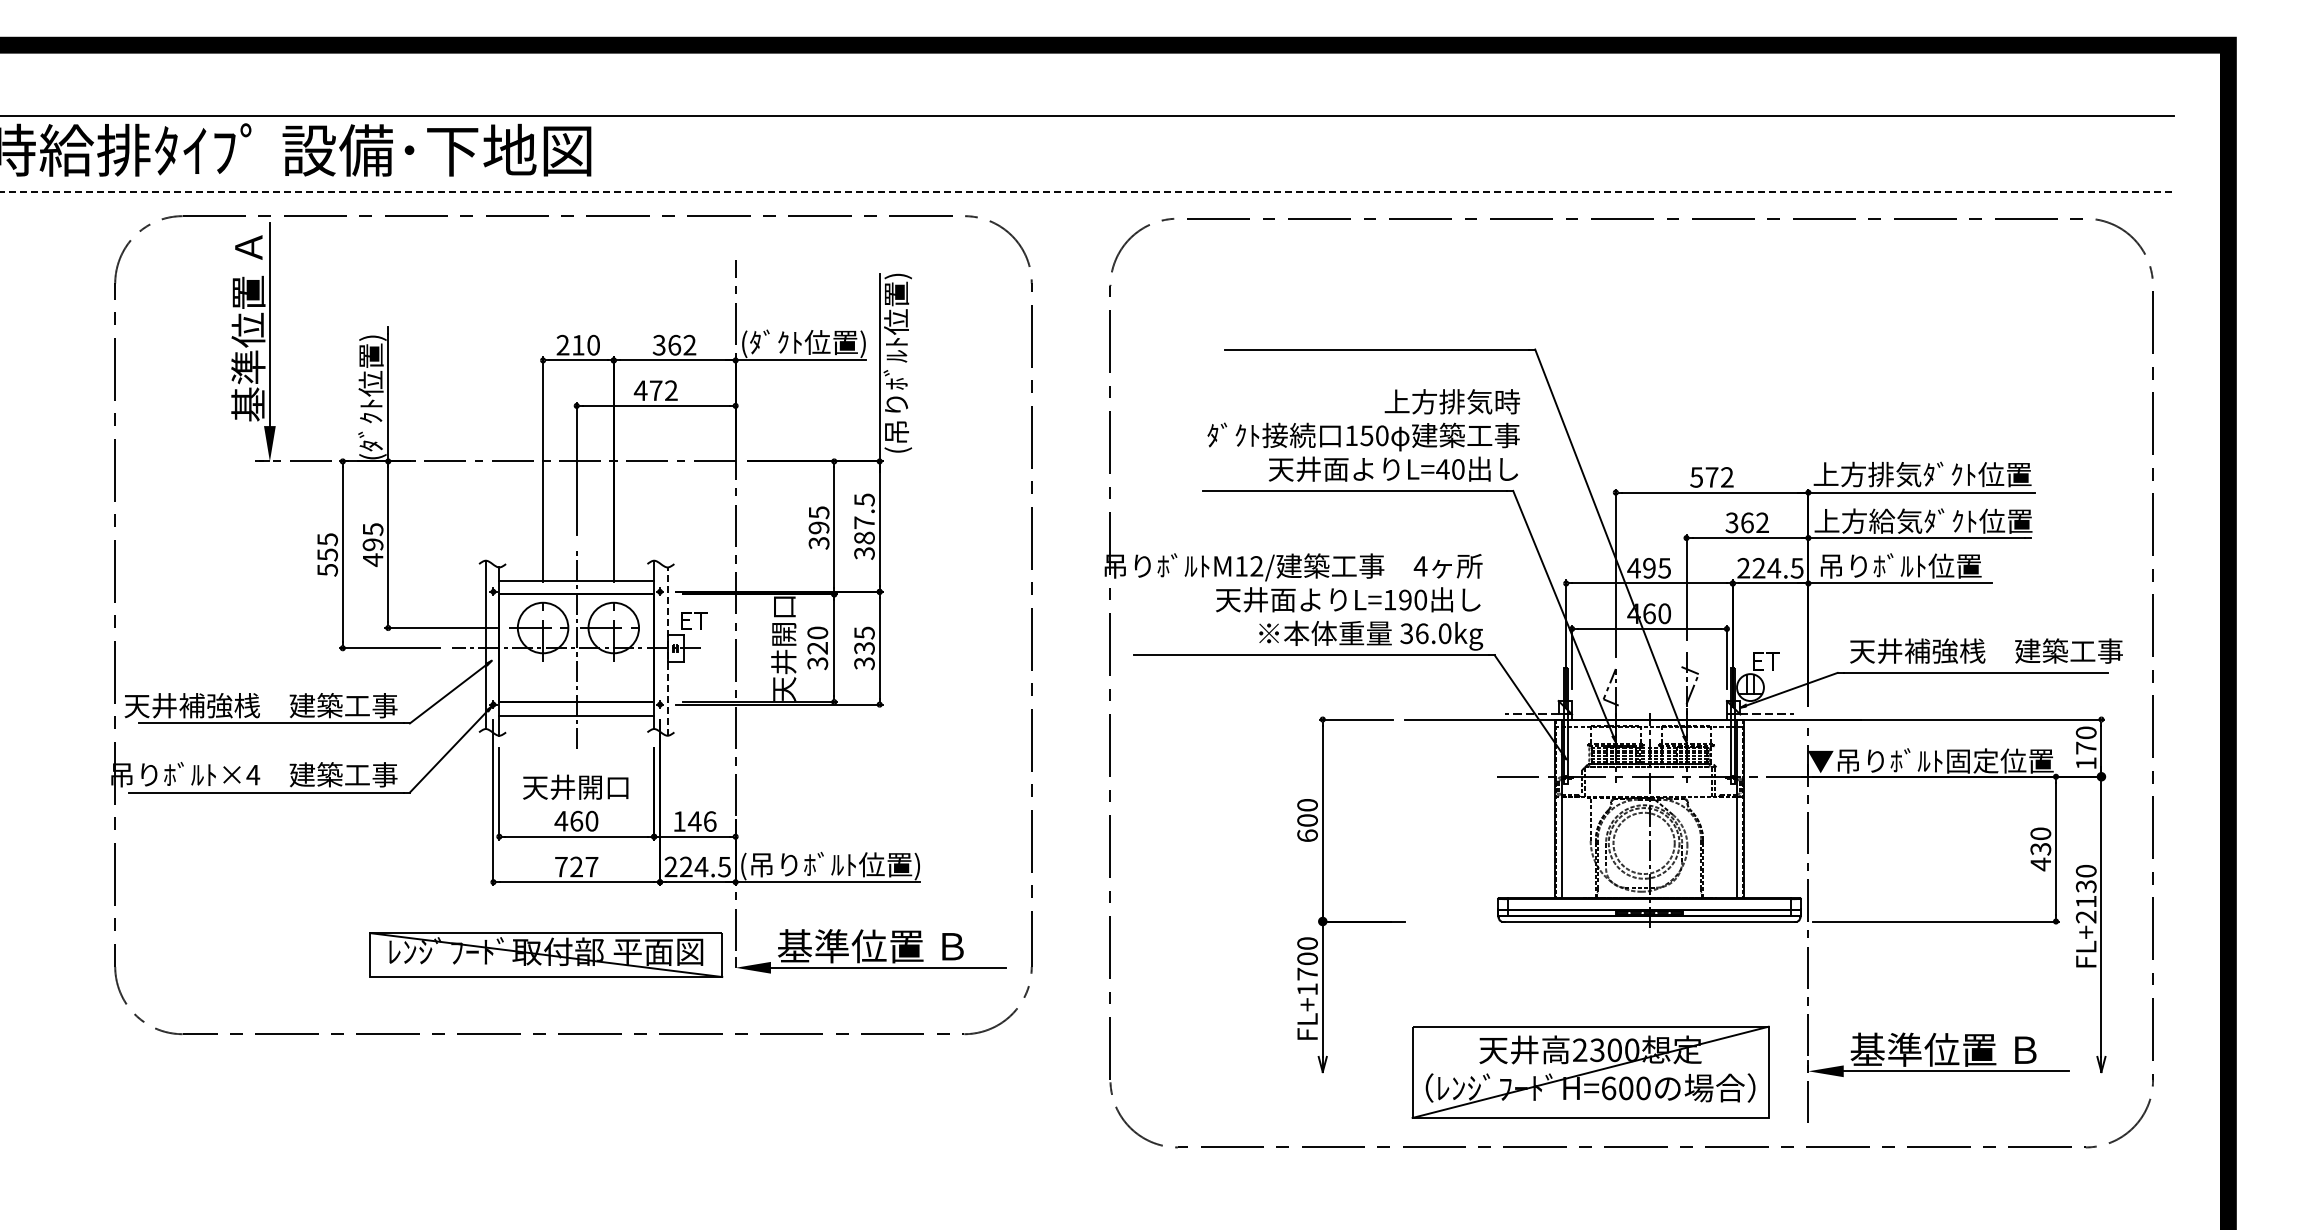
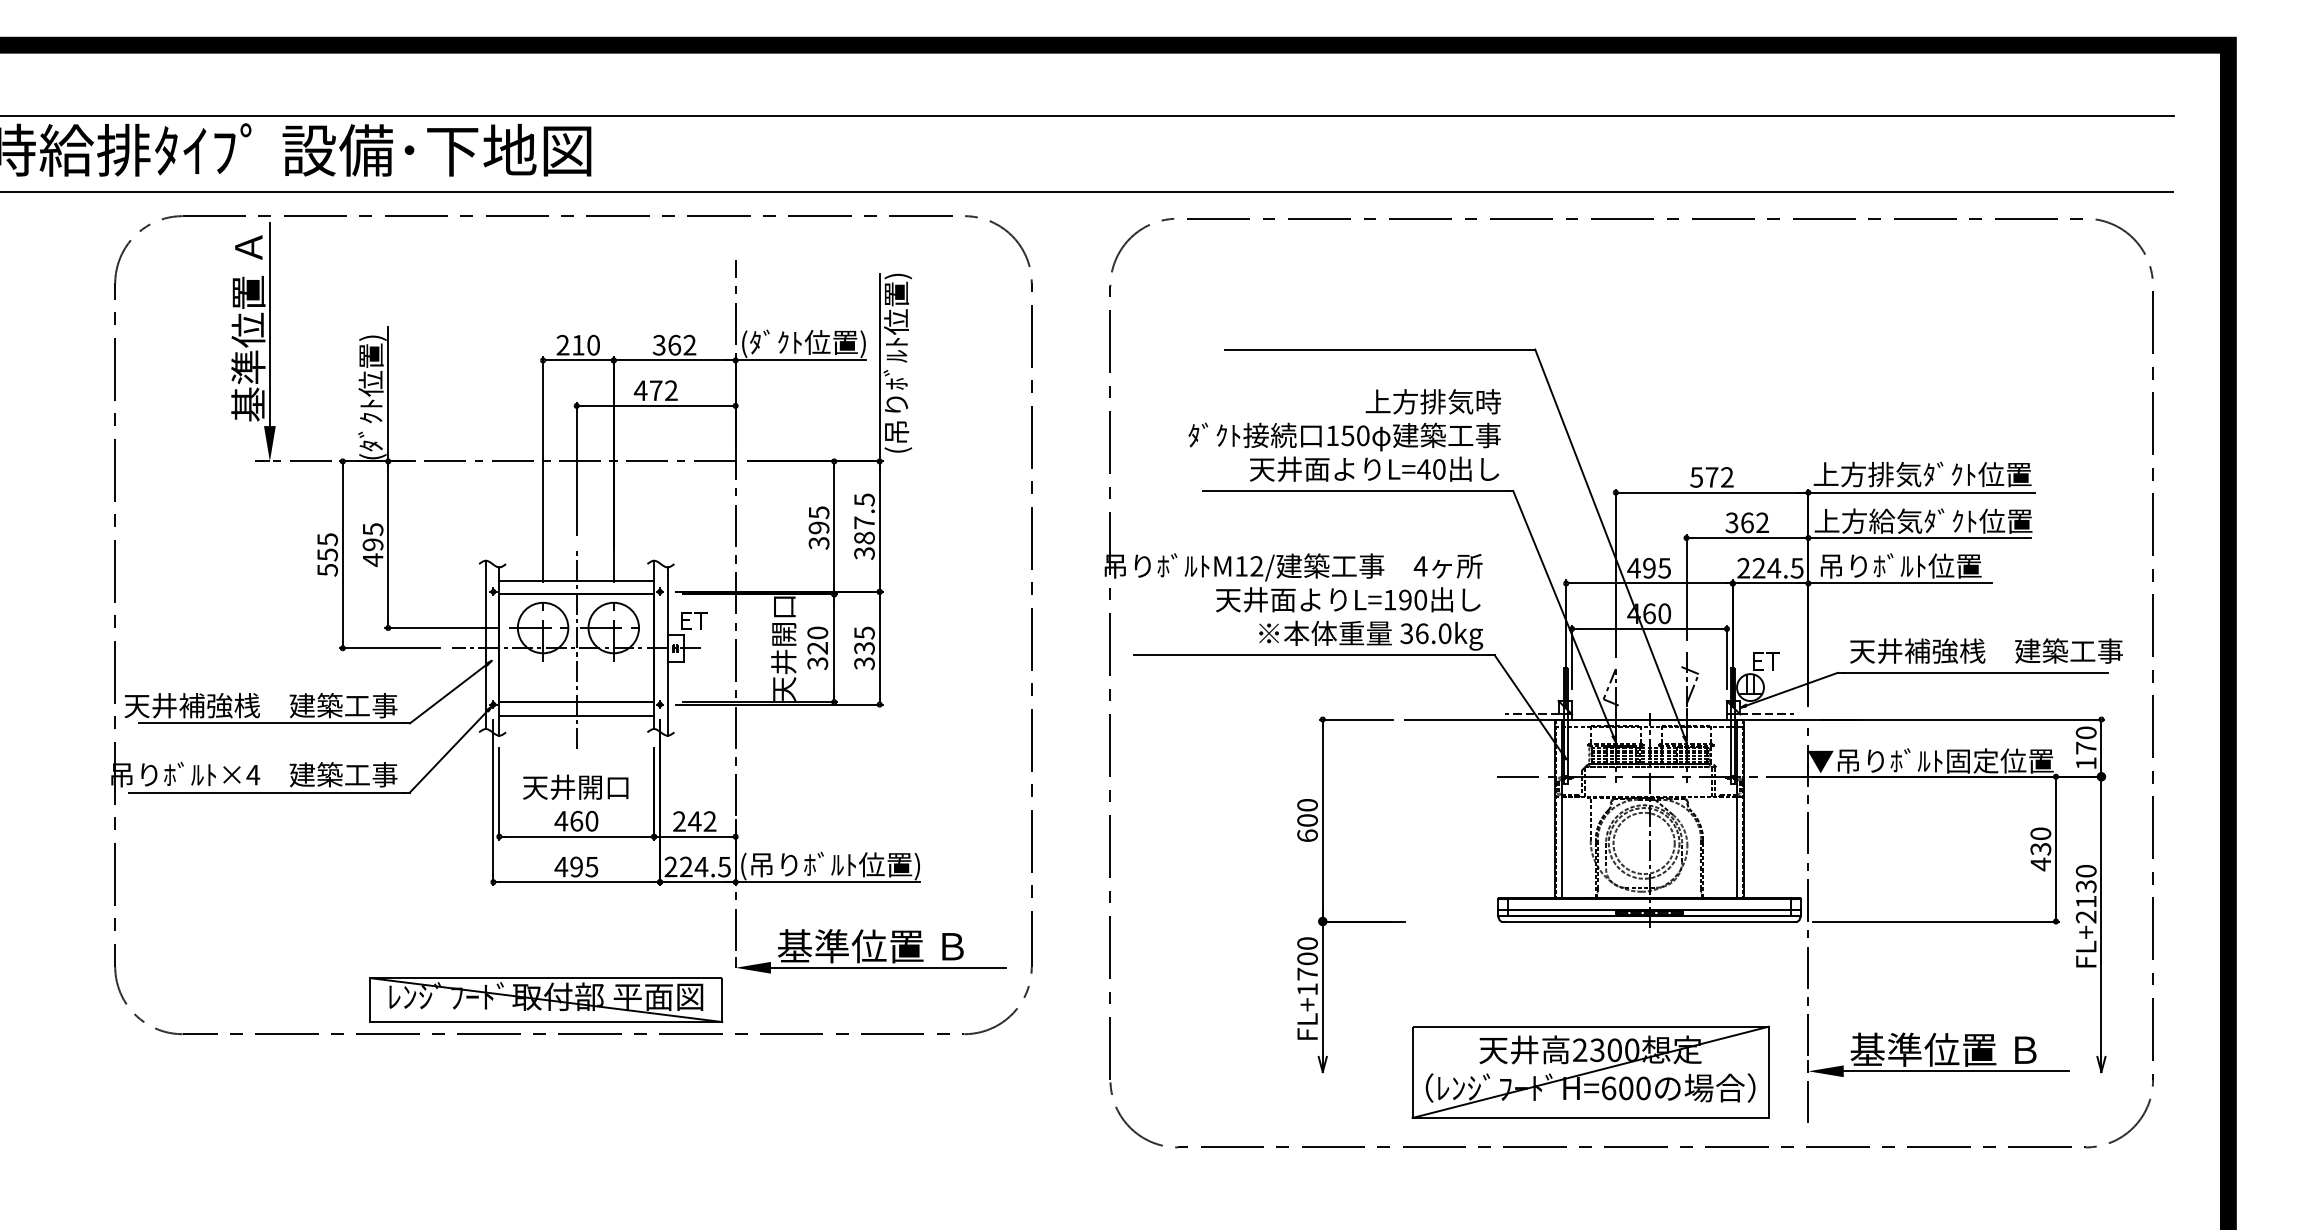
line at (1086, 192): dashed -> solid
text at (1363, 435) position: (1363, 435) -> (1344, 435)
line at (667, 651): dashed -> solid
text at (694, 821): 146 -> 242
text at (576, 867): 727 -> 495
part at (546, 954) position: (546, 954) -> (546, 999)
